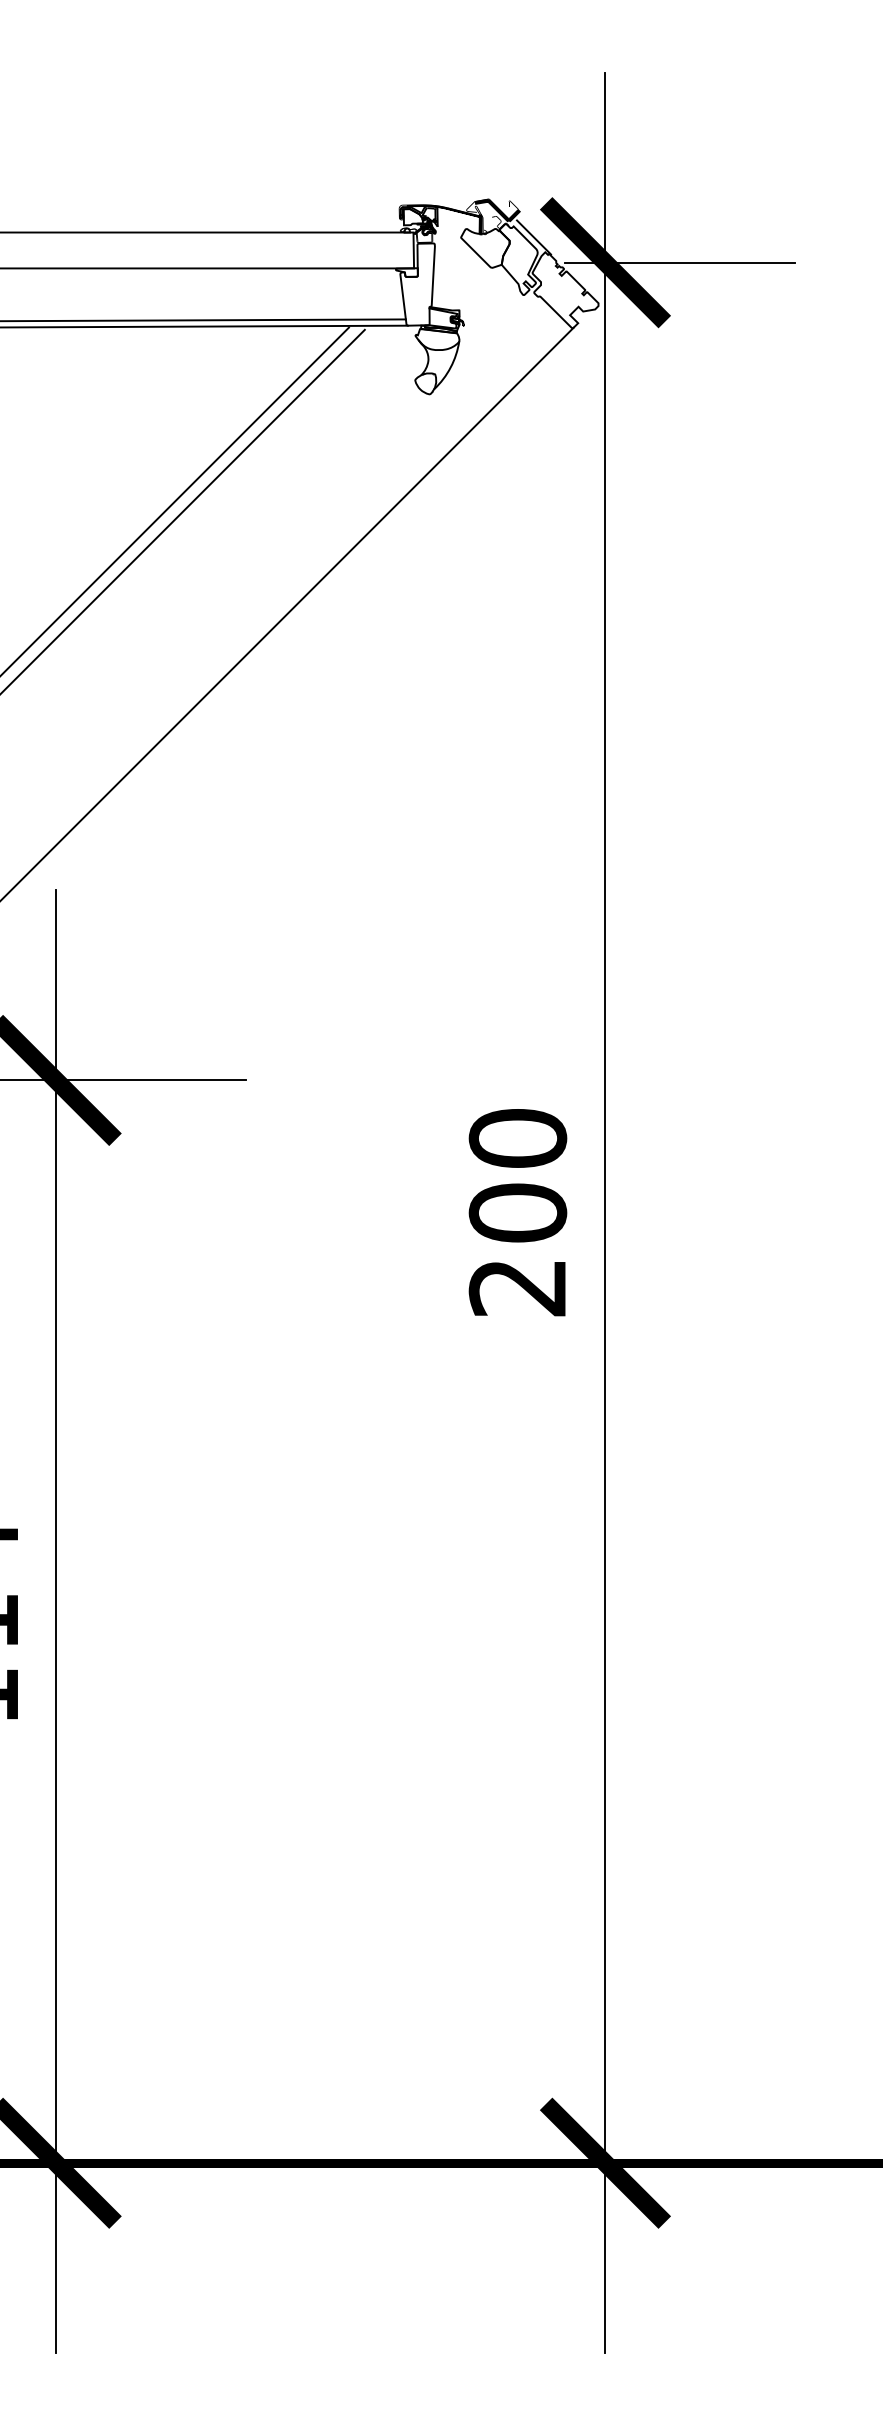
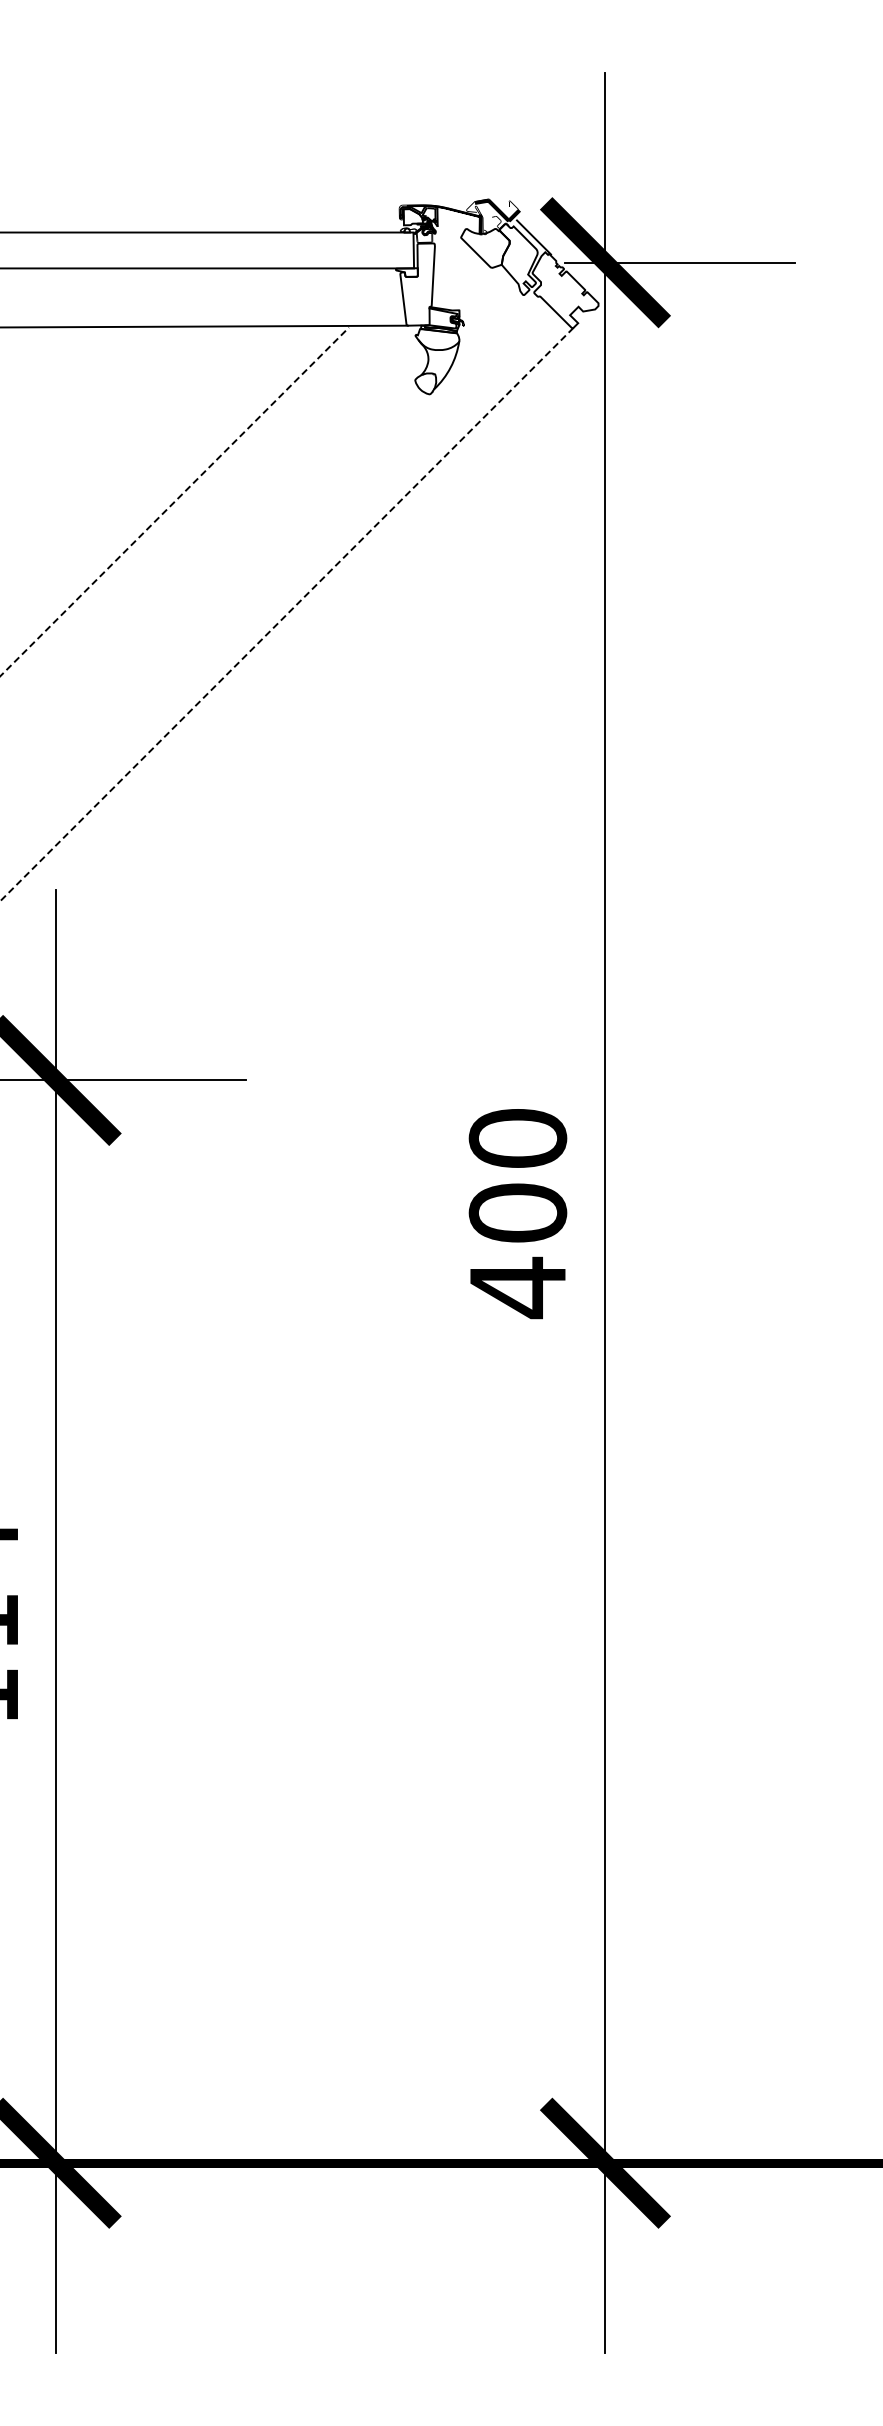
line at (203, 320): present -> none
line at (175, 501): solid -> dashed
line at (183, 510): present -> none
line at (286, 614): solid -> dashed
text at (516, 1287): 200 -> 400
